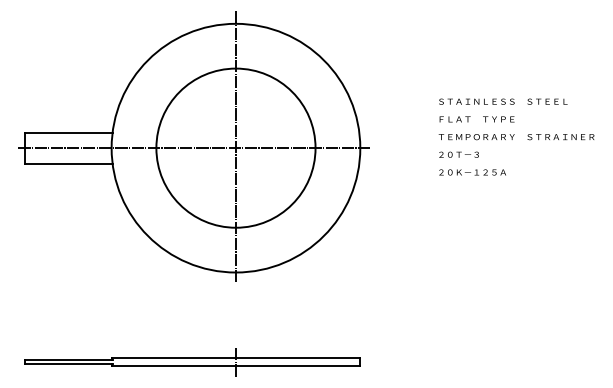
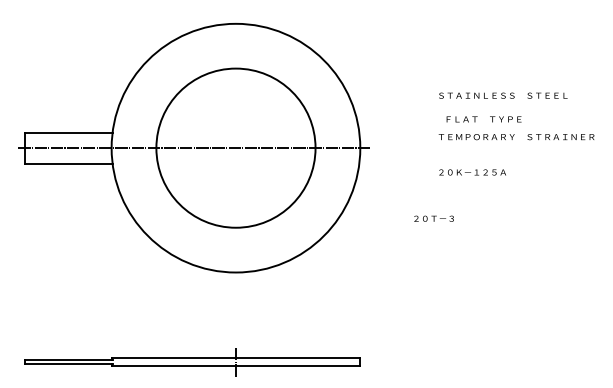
text at (503, 101) position: (503, 101) -> (503, 95)
text at (476, 119) position: (476, 119) -> (483, 119)
line at (235, 146): present -> none
text at (458, 154) position: (458, 154) -> (433, 218)
